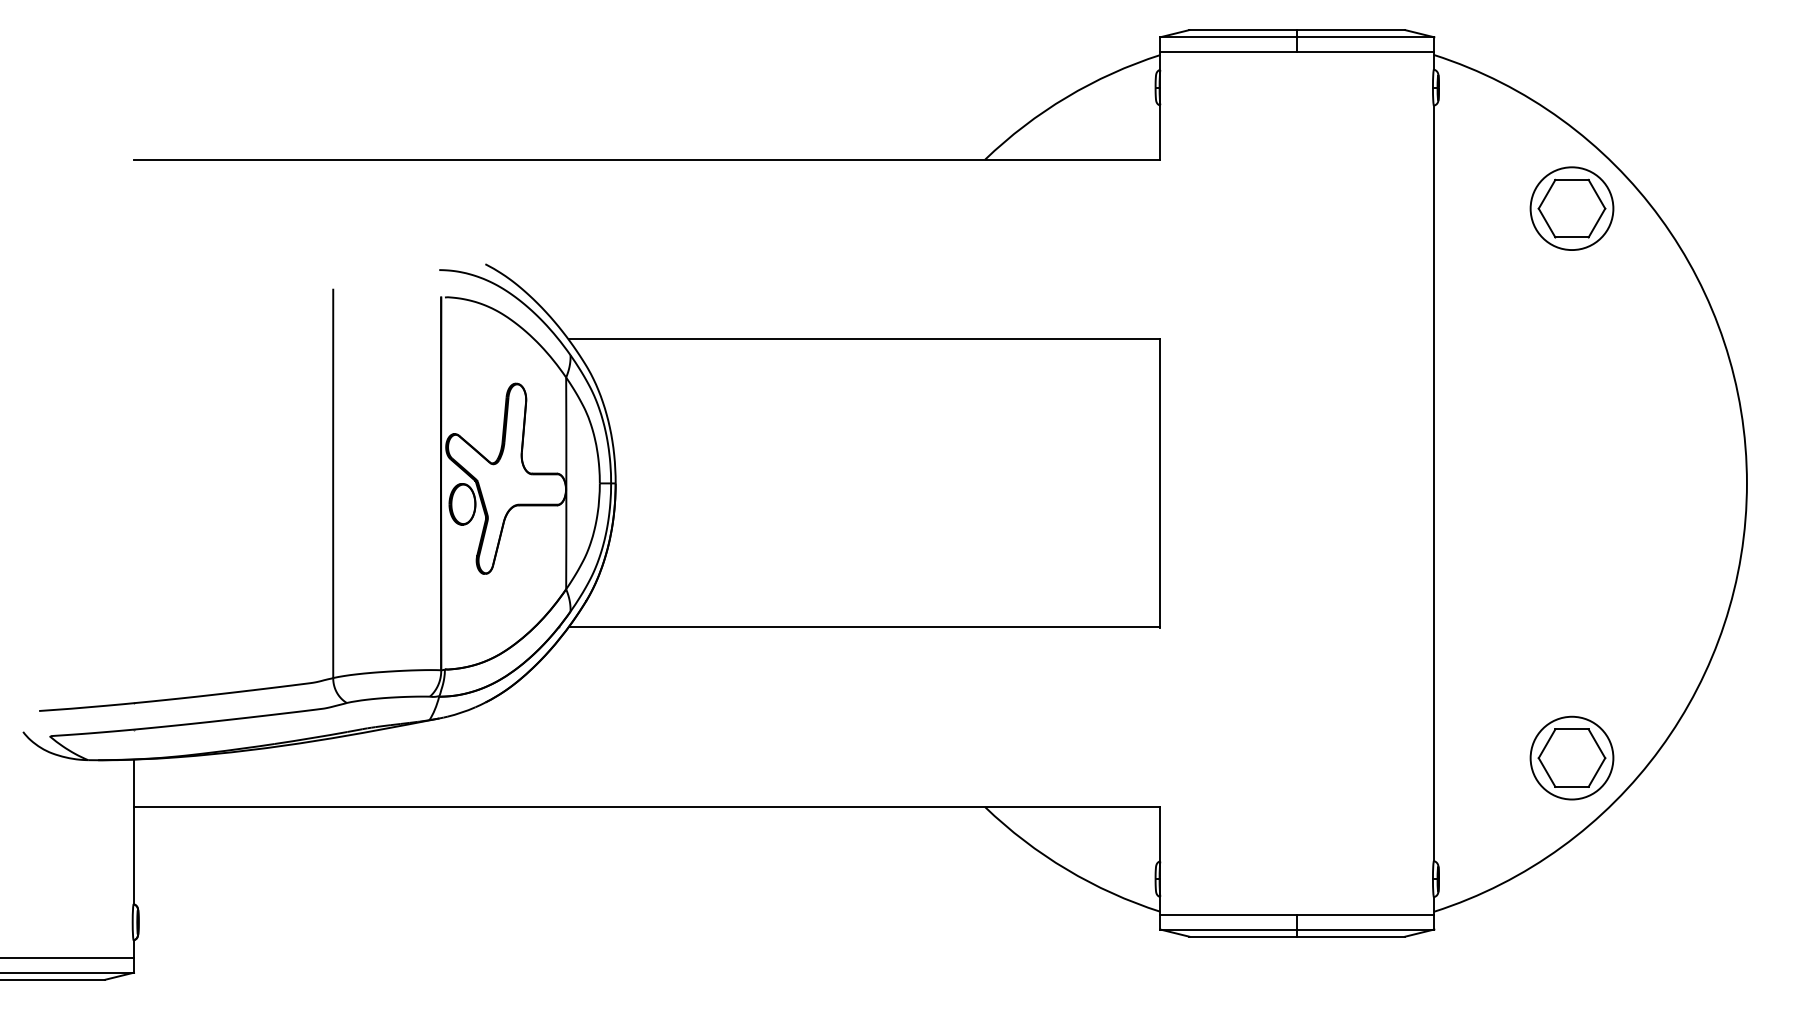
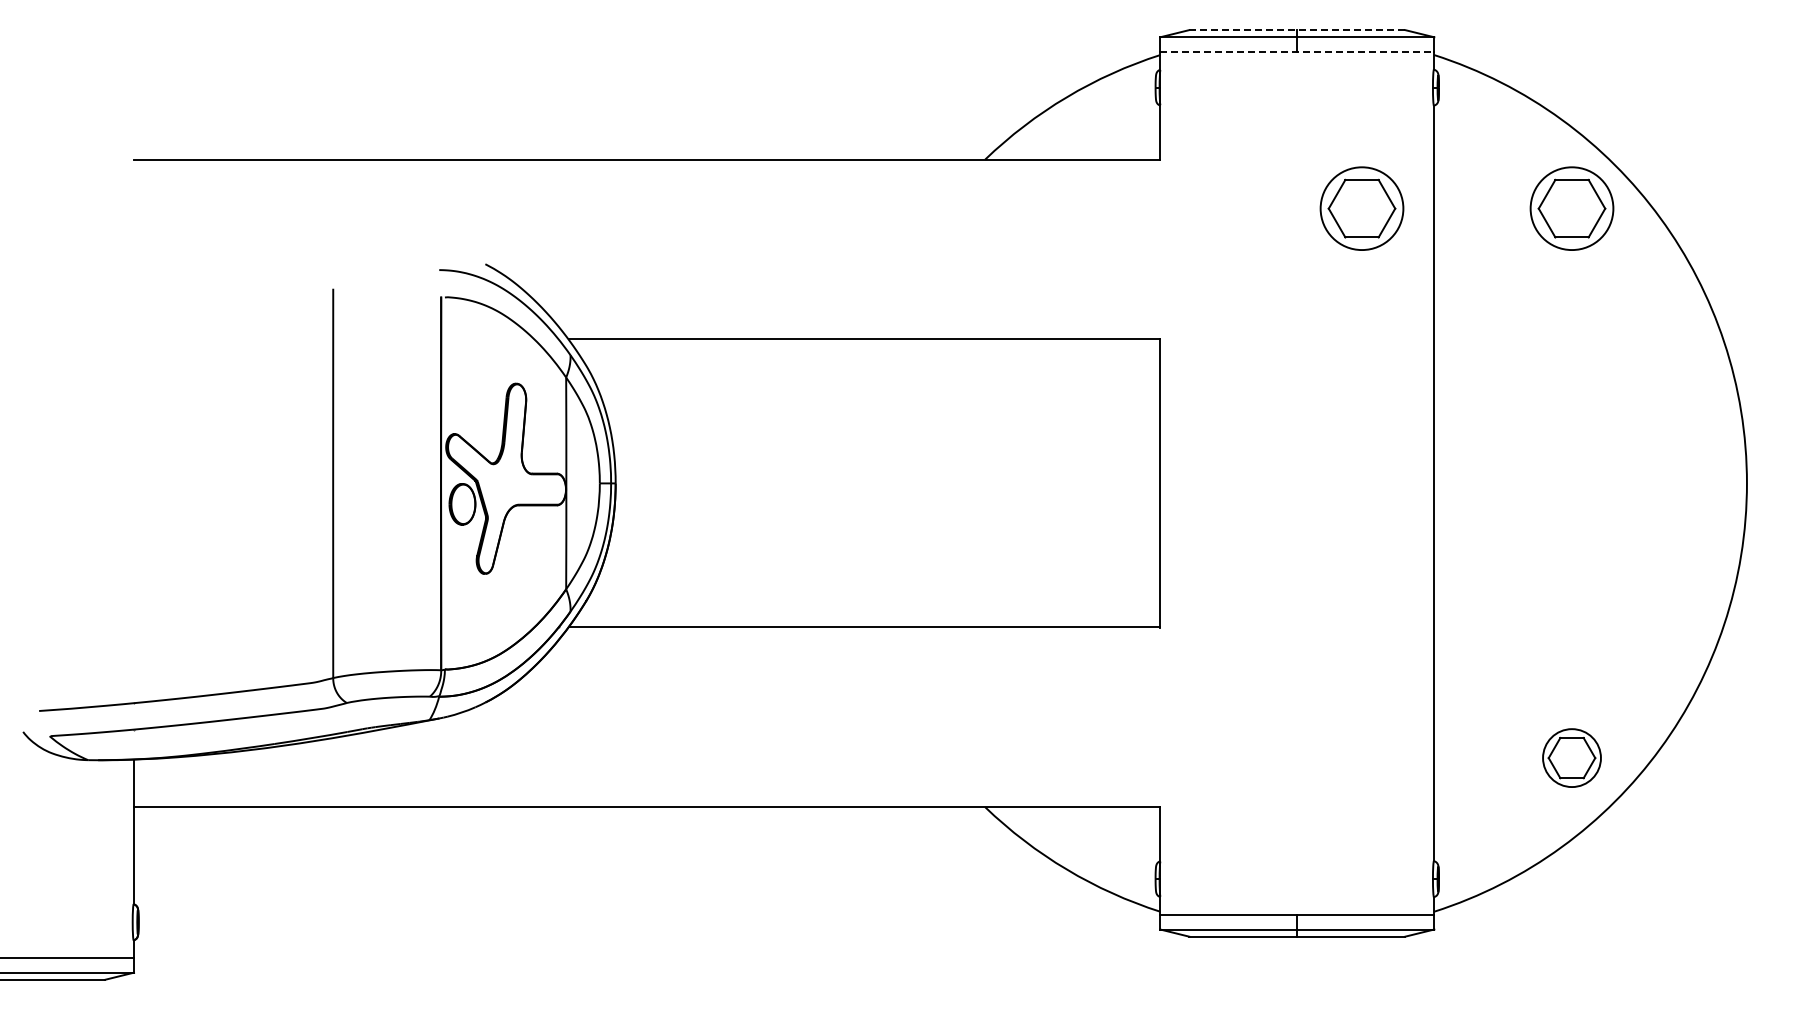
line at (1297, 30): solid -> dashed
line at (1297, 51): solid -> dashed
part at (1361, 208): none -> present
part at (1571, 757) size: 86x86 px -> 60x60 px
